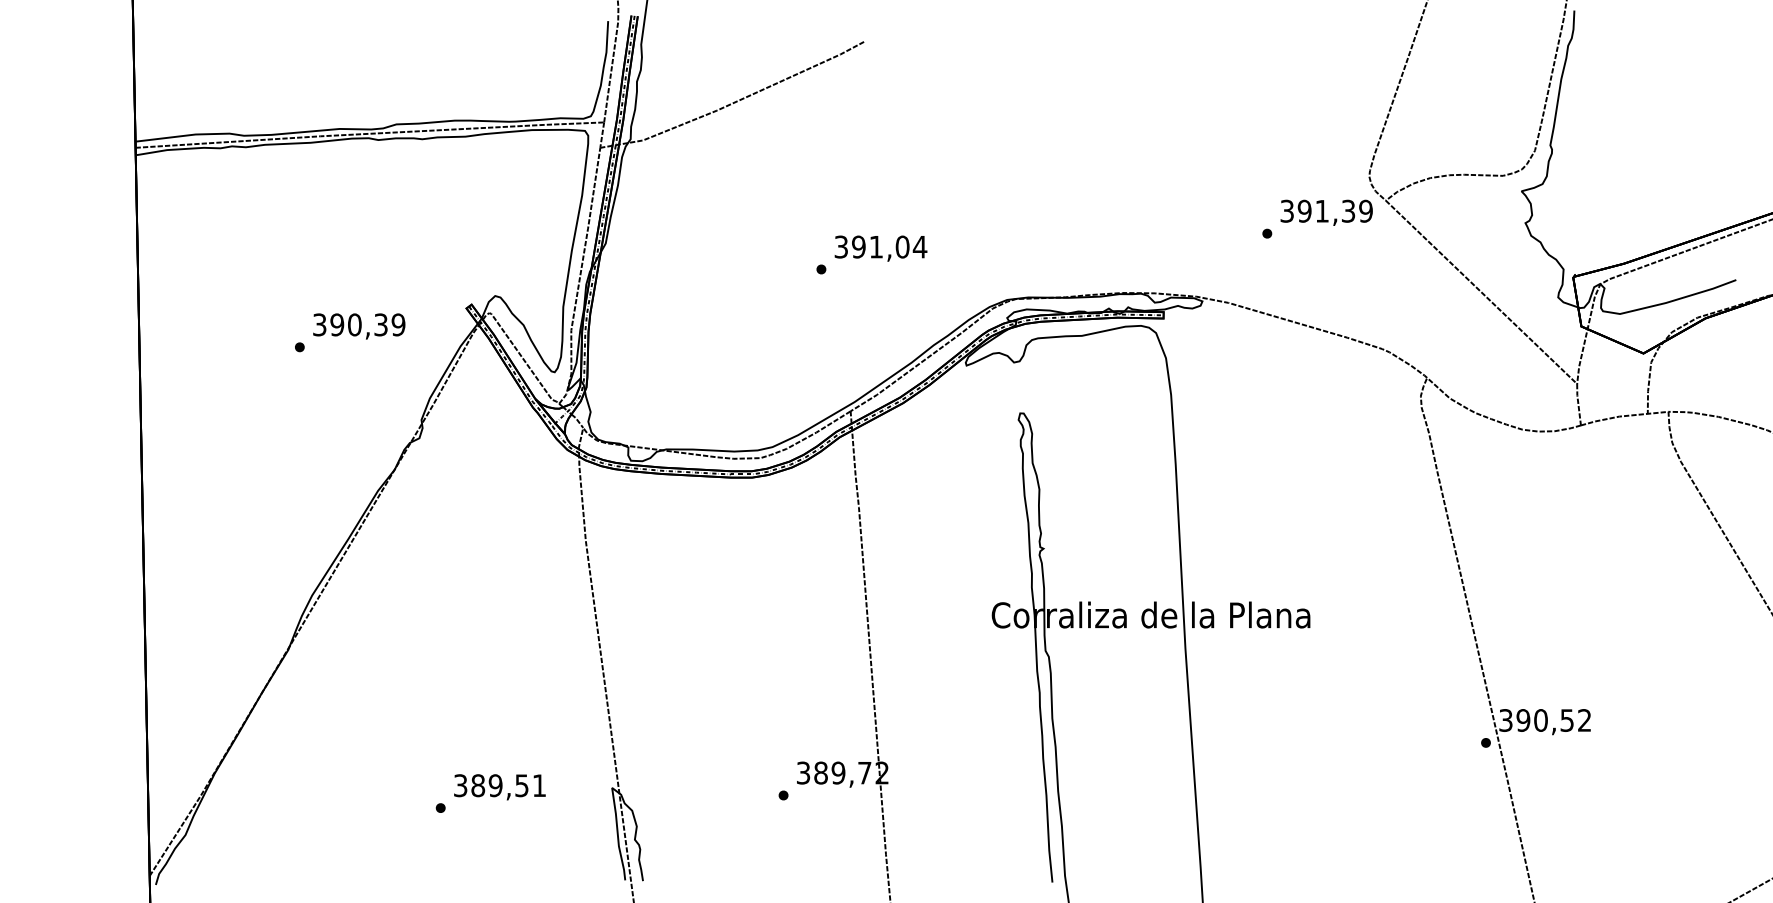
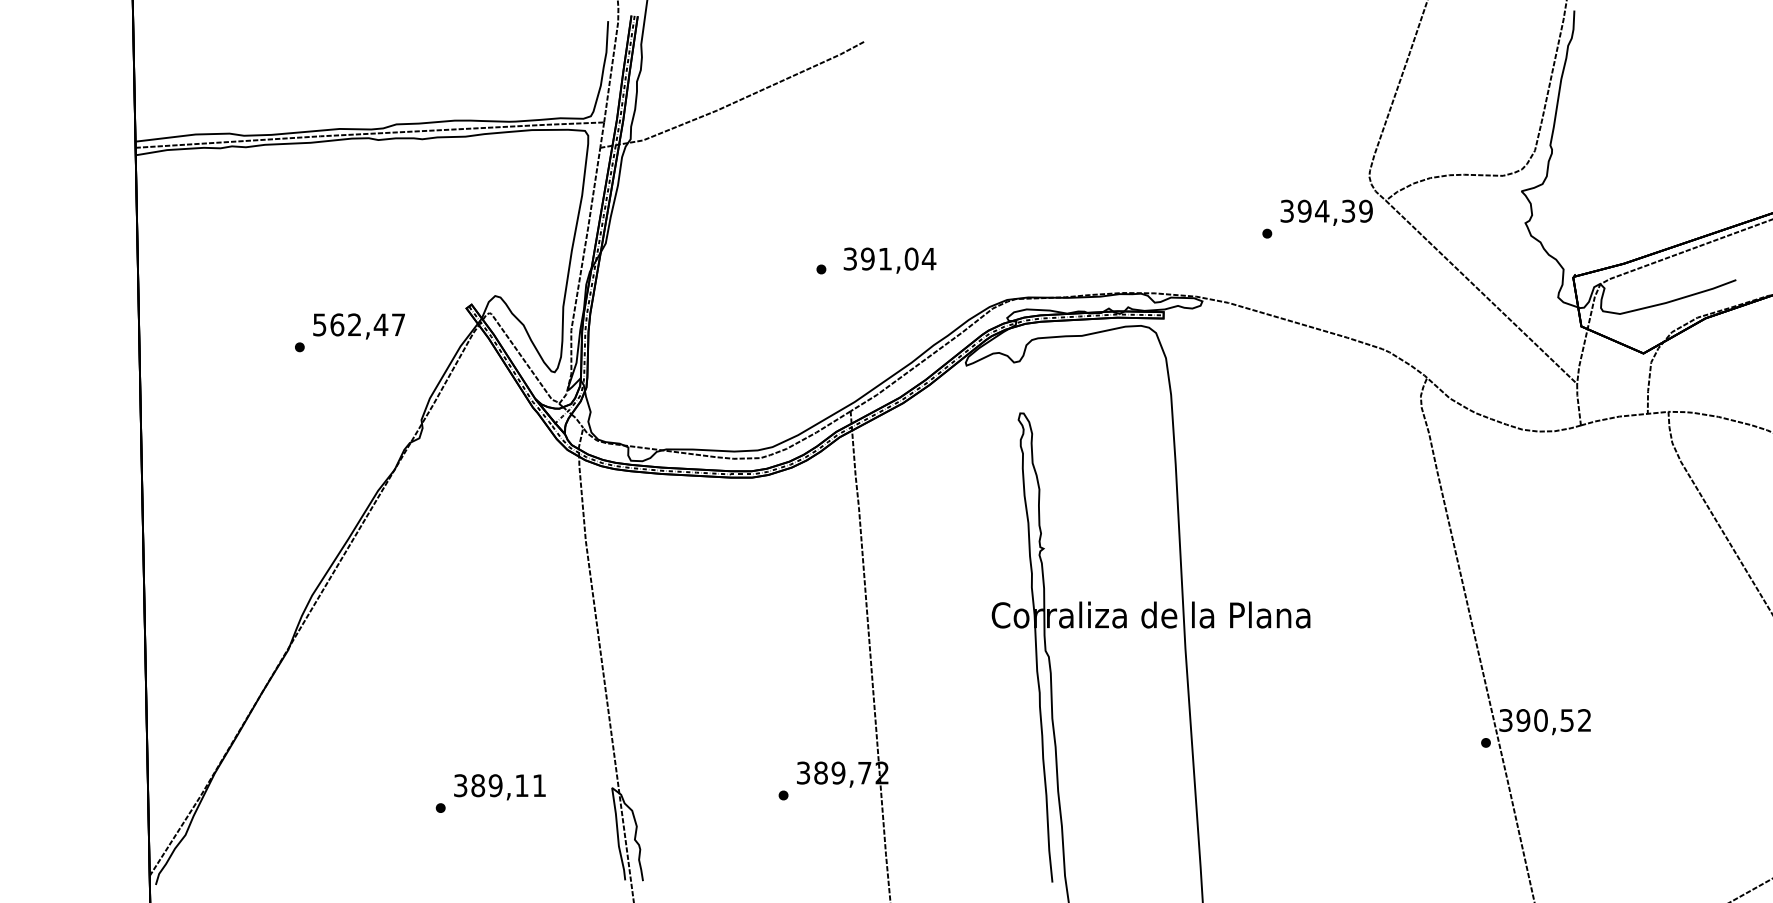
text at (1322, 211): 391,39 -> 394,39
text at (880, 248) position: (880, 248) -> (889, 260)
text at (359, 324): 390,39 -> 562,47
text at (521, 785): 389,51 -> 389,11
